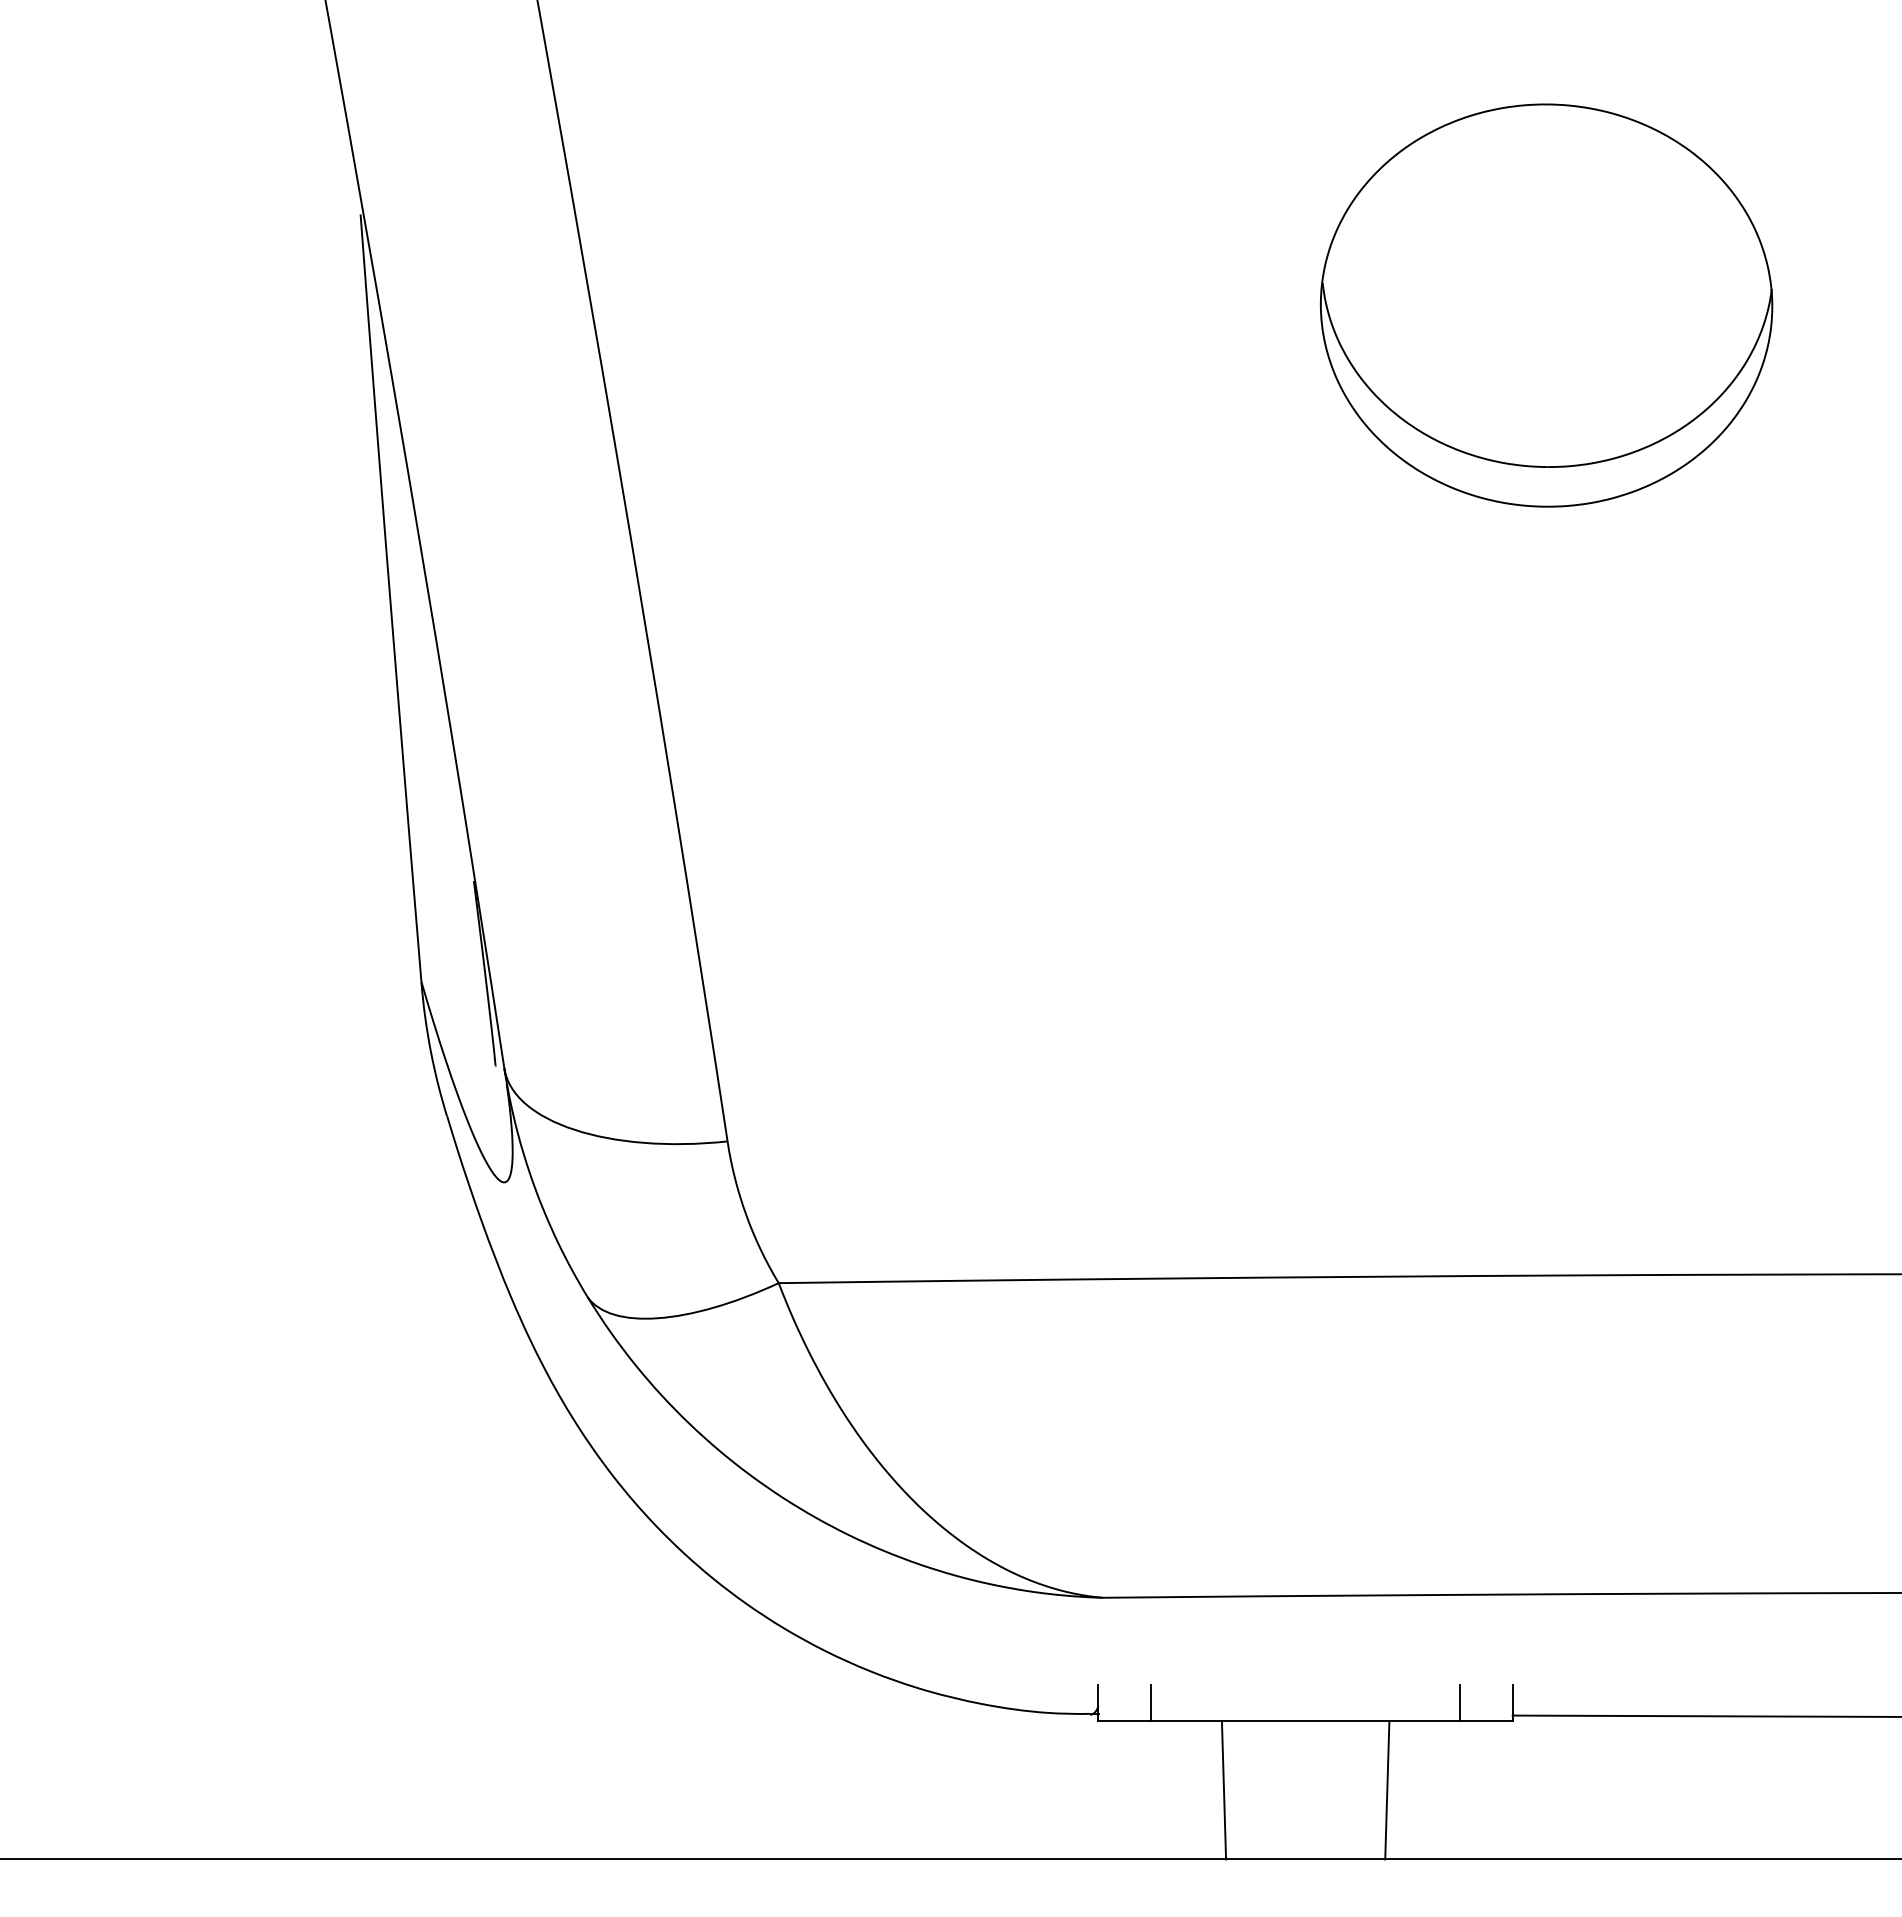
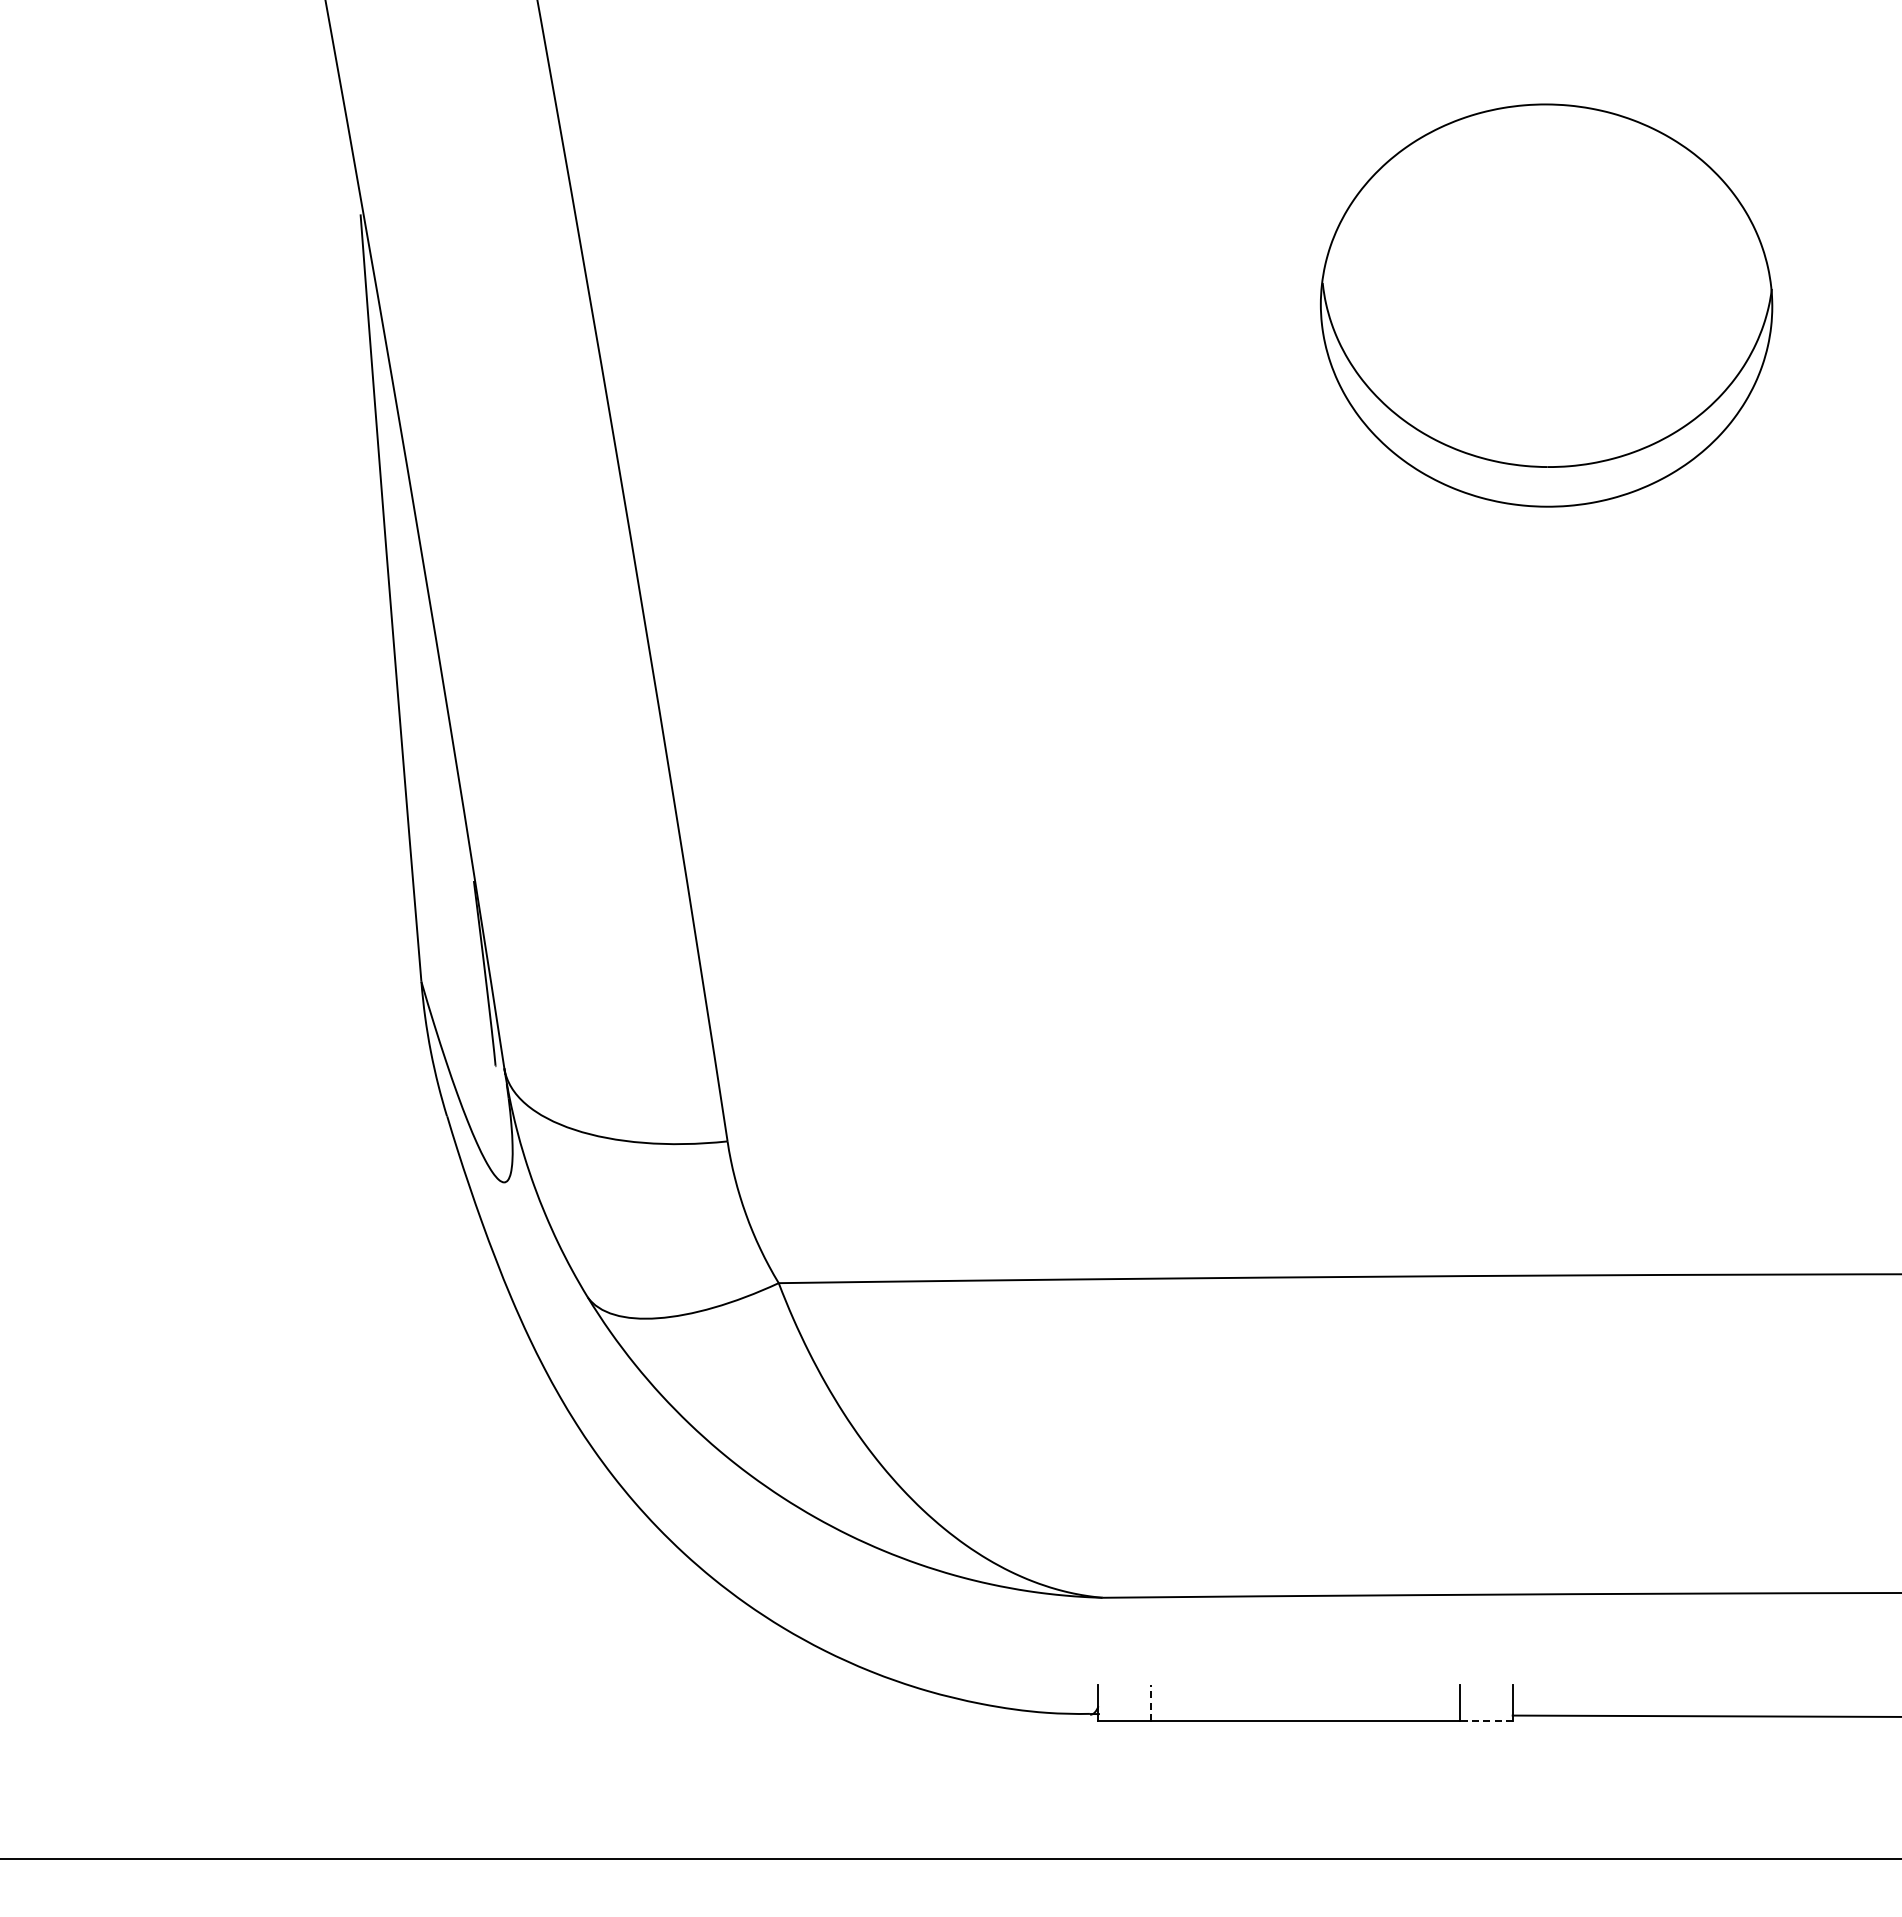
line at (1150, 1702): solid -> dashed
line at (1486, 1721): solid -> dashed
line at (1223, 1790): present -> none
line at (1387, 1790): present -> none
